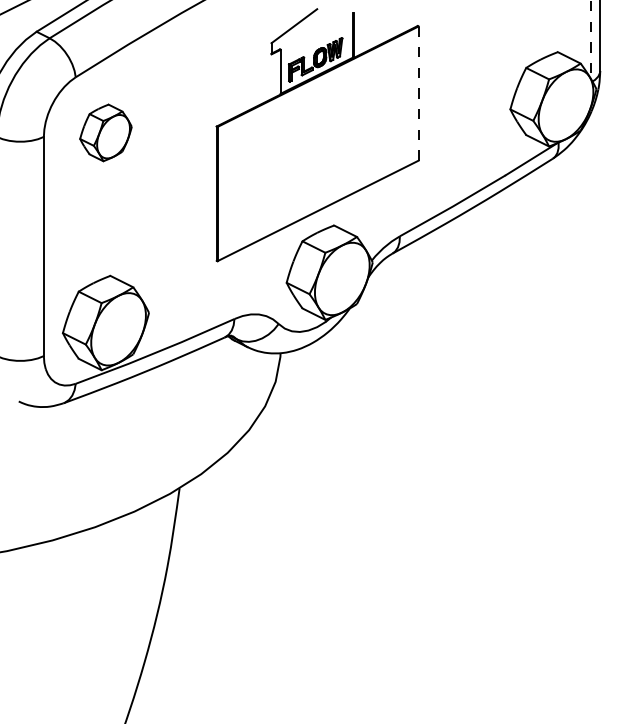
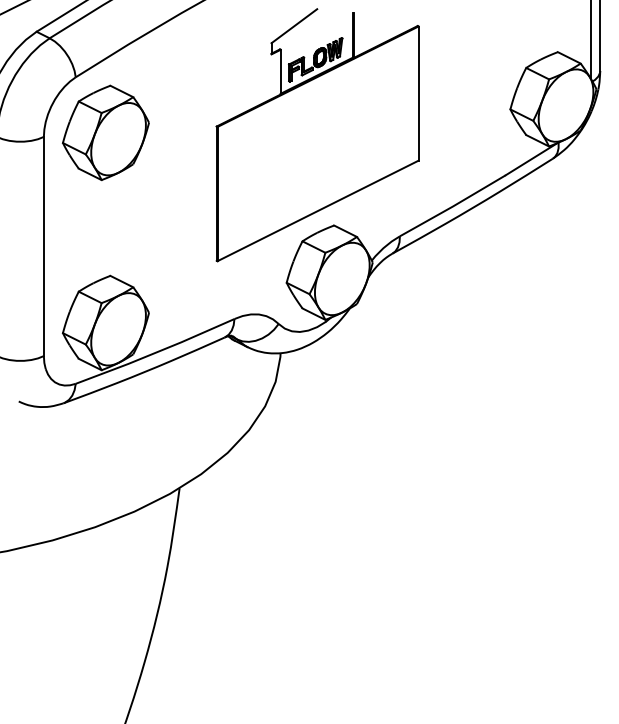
line at (590, 39): dashed -> solid
line at (418, 93): dashed -> solid
part at (105, 132) size: 54x60 px -> 88x98 px
